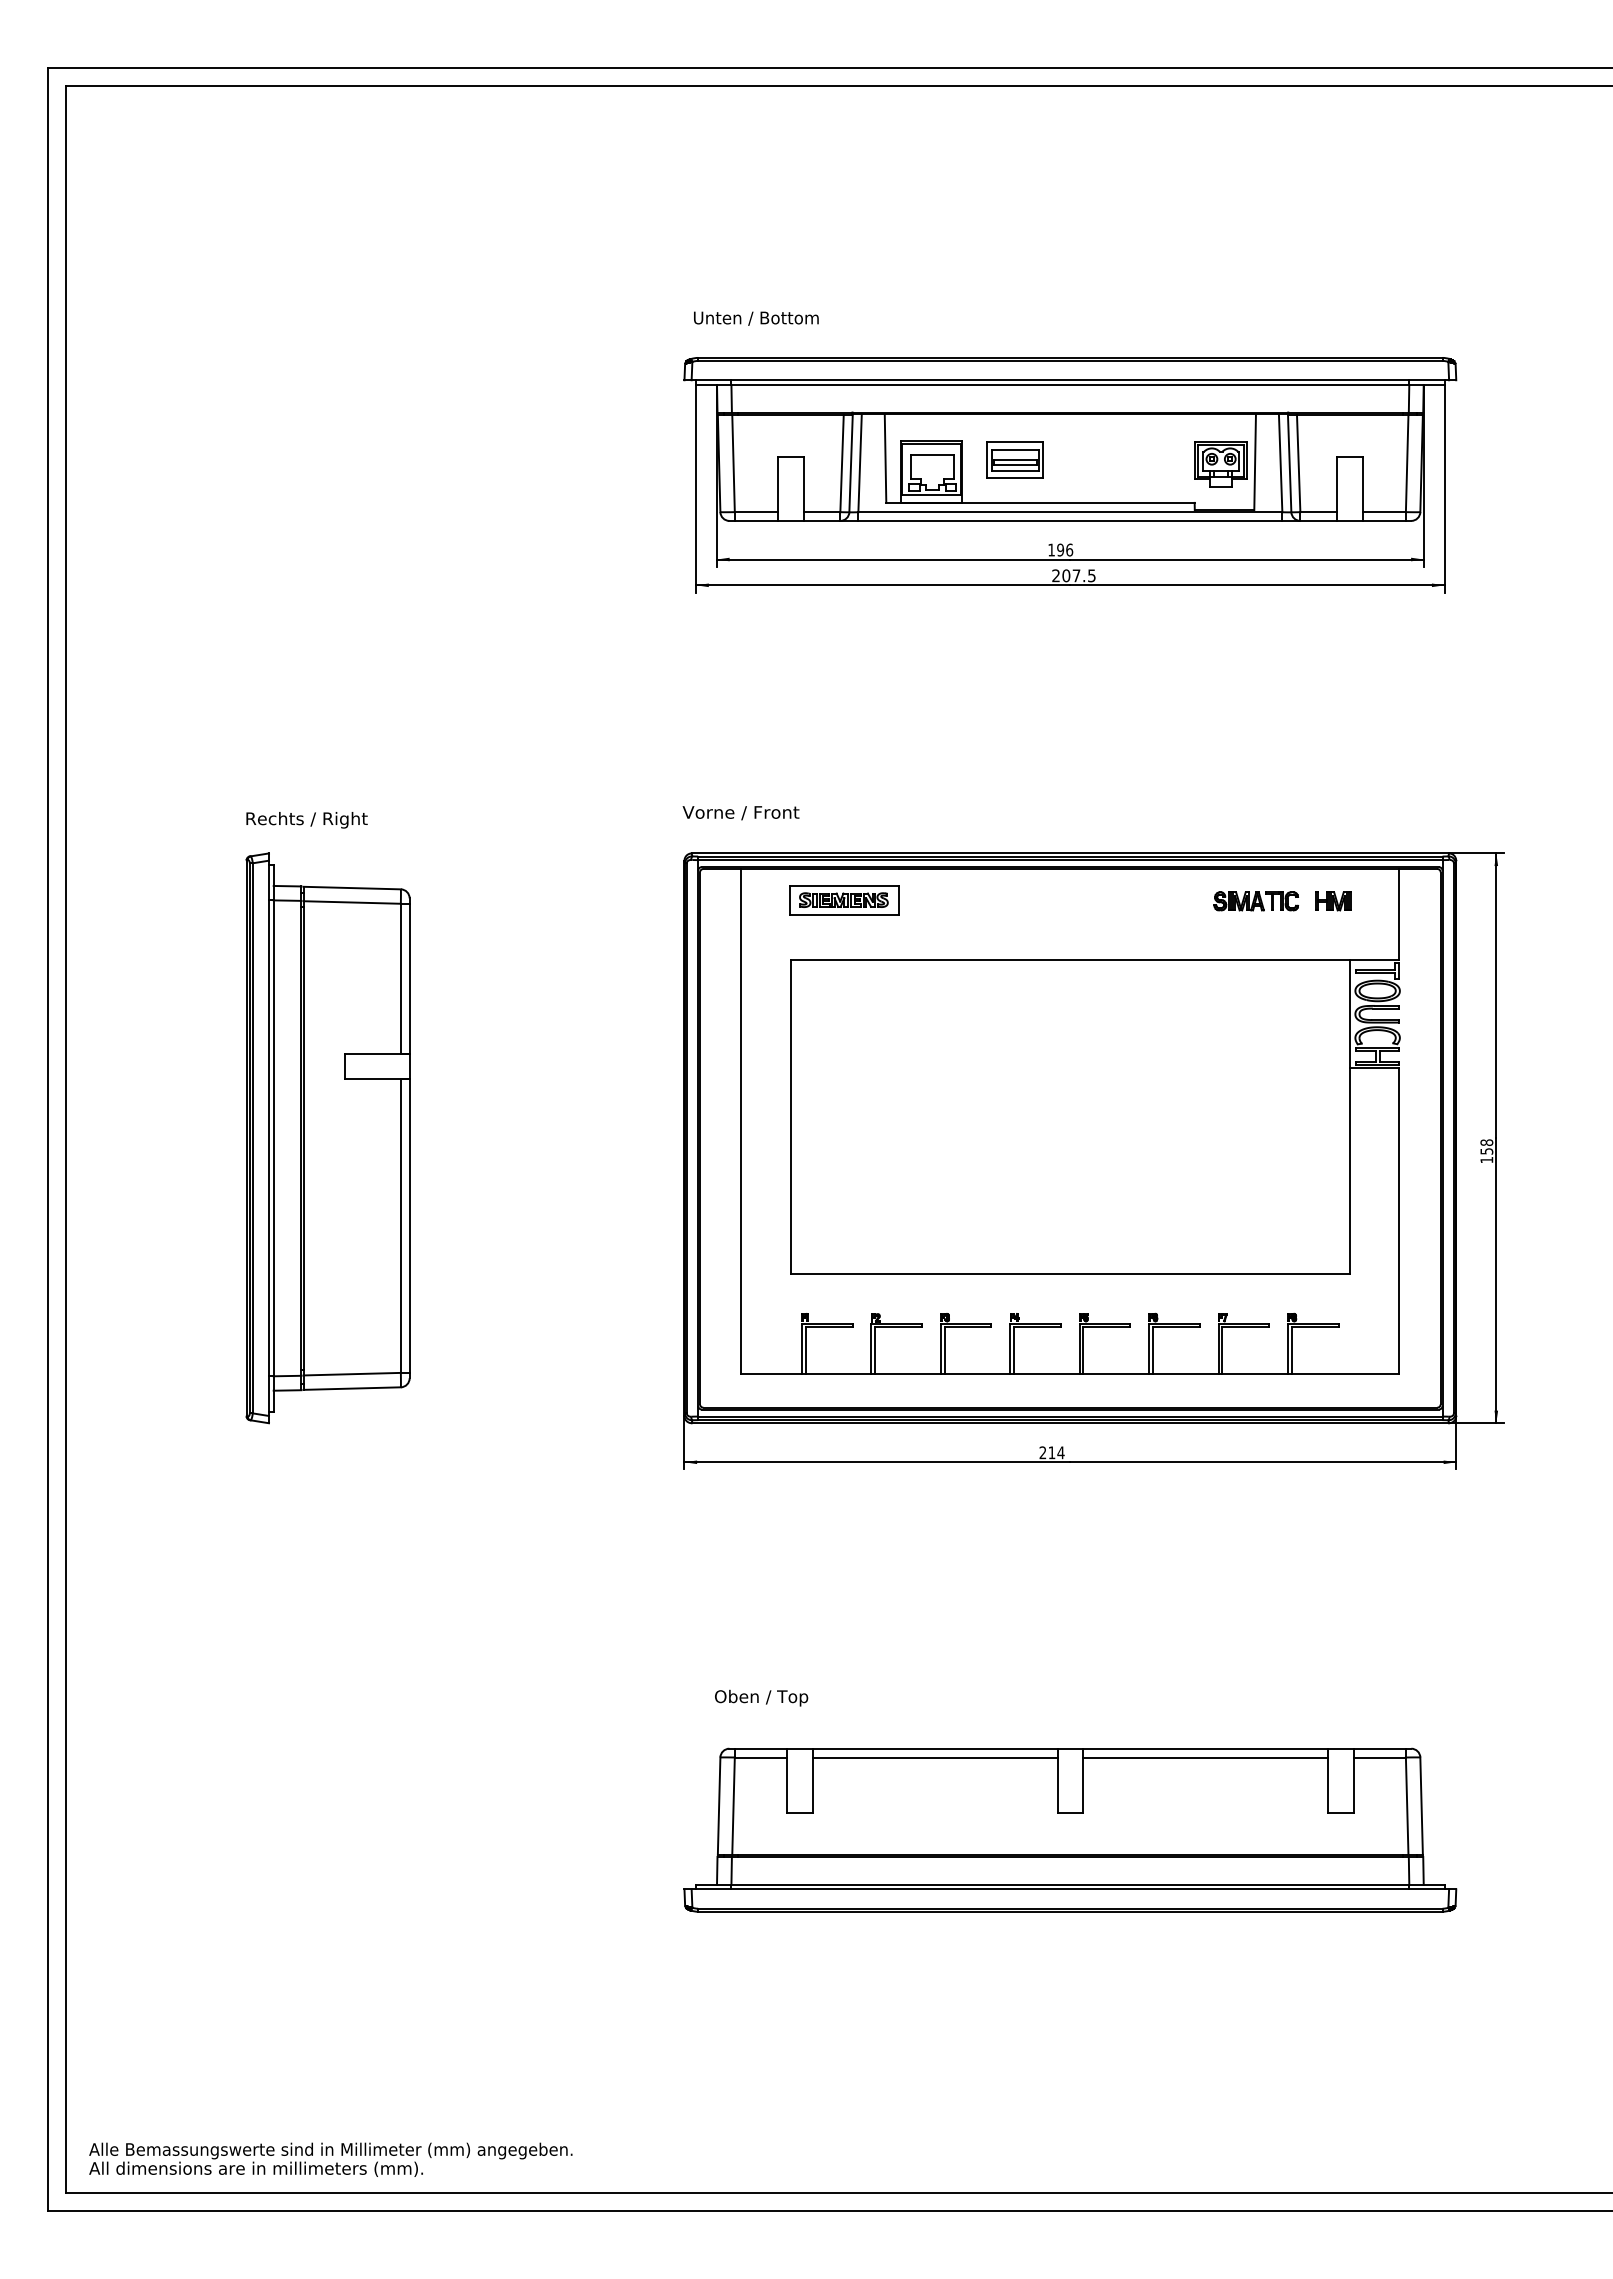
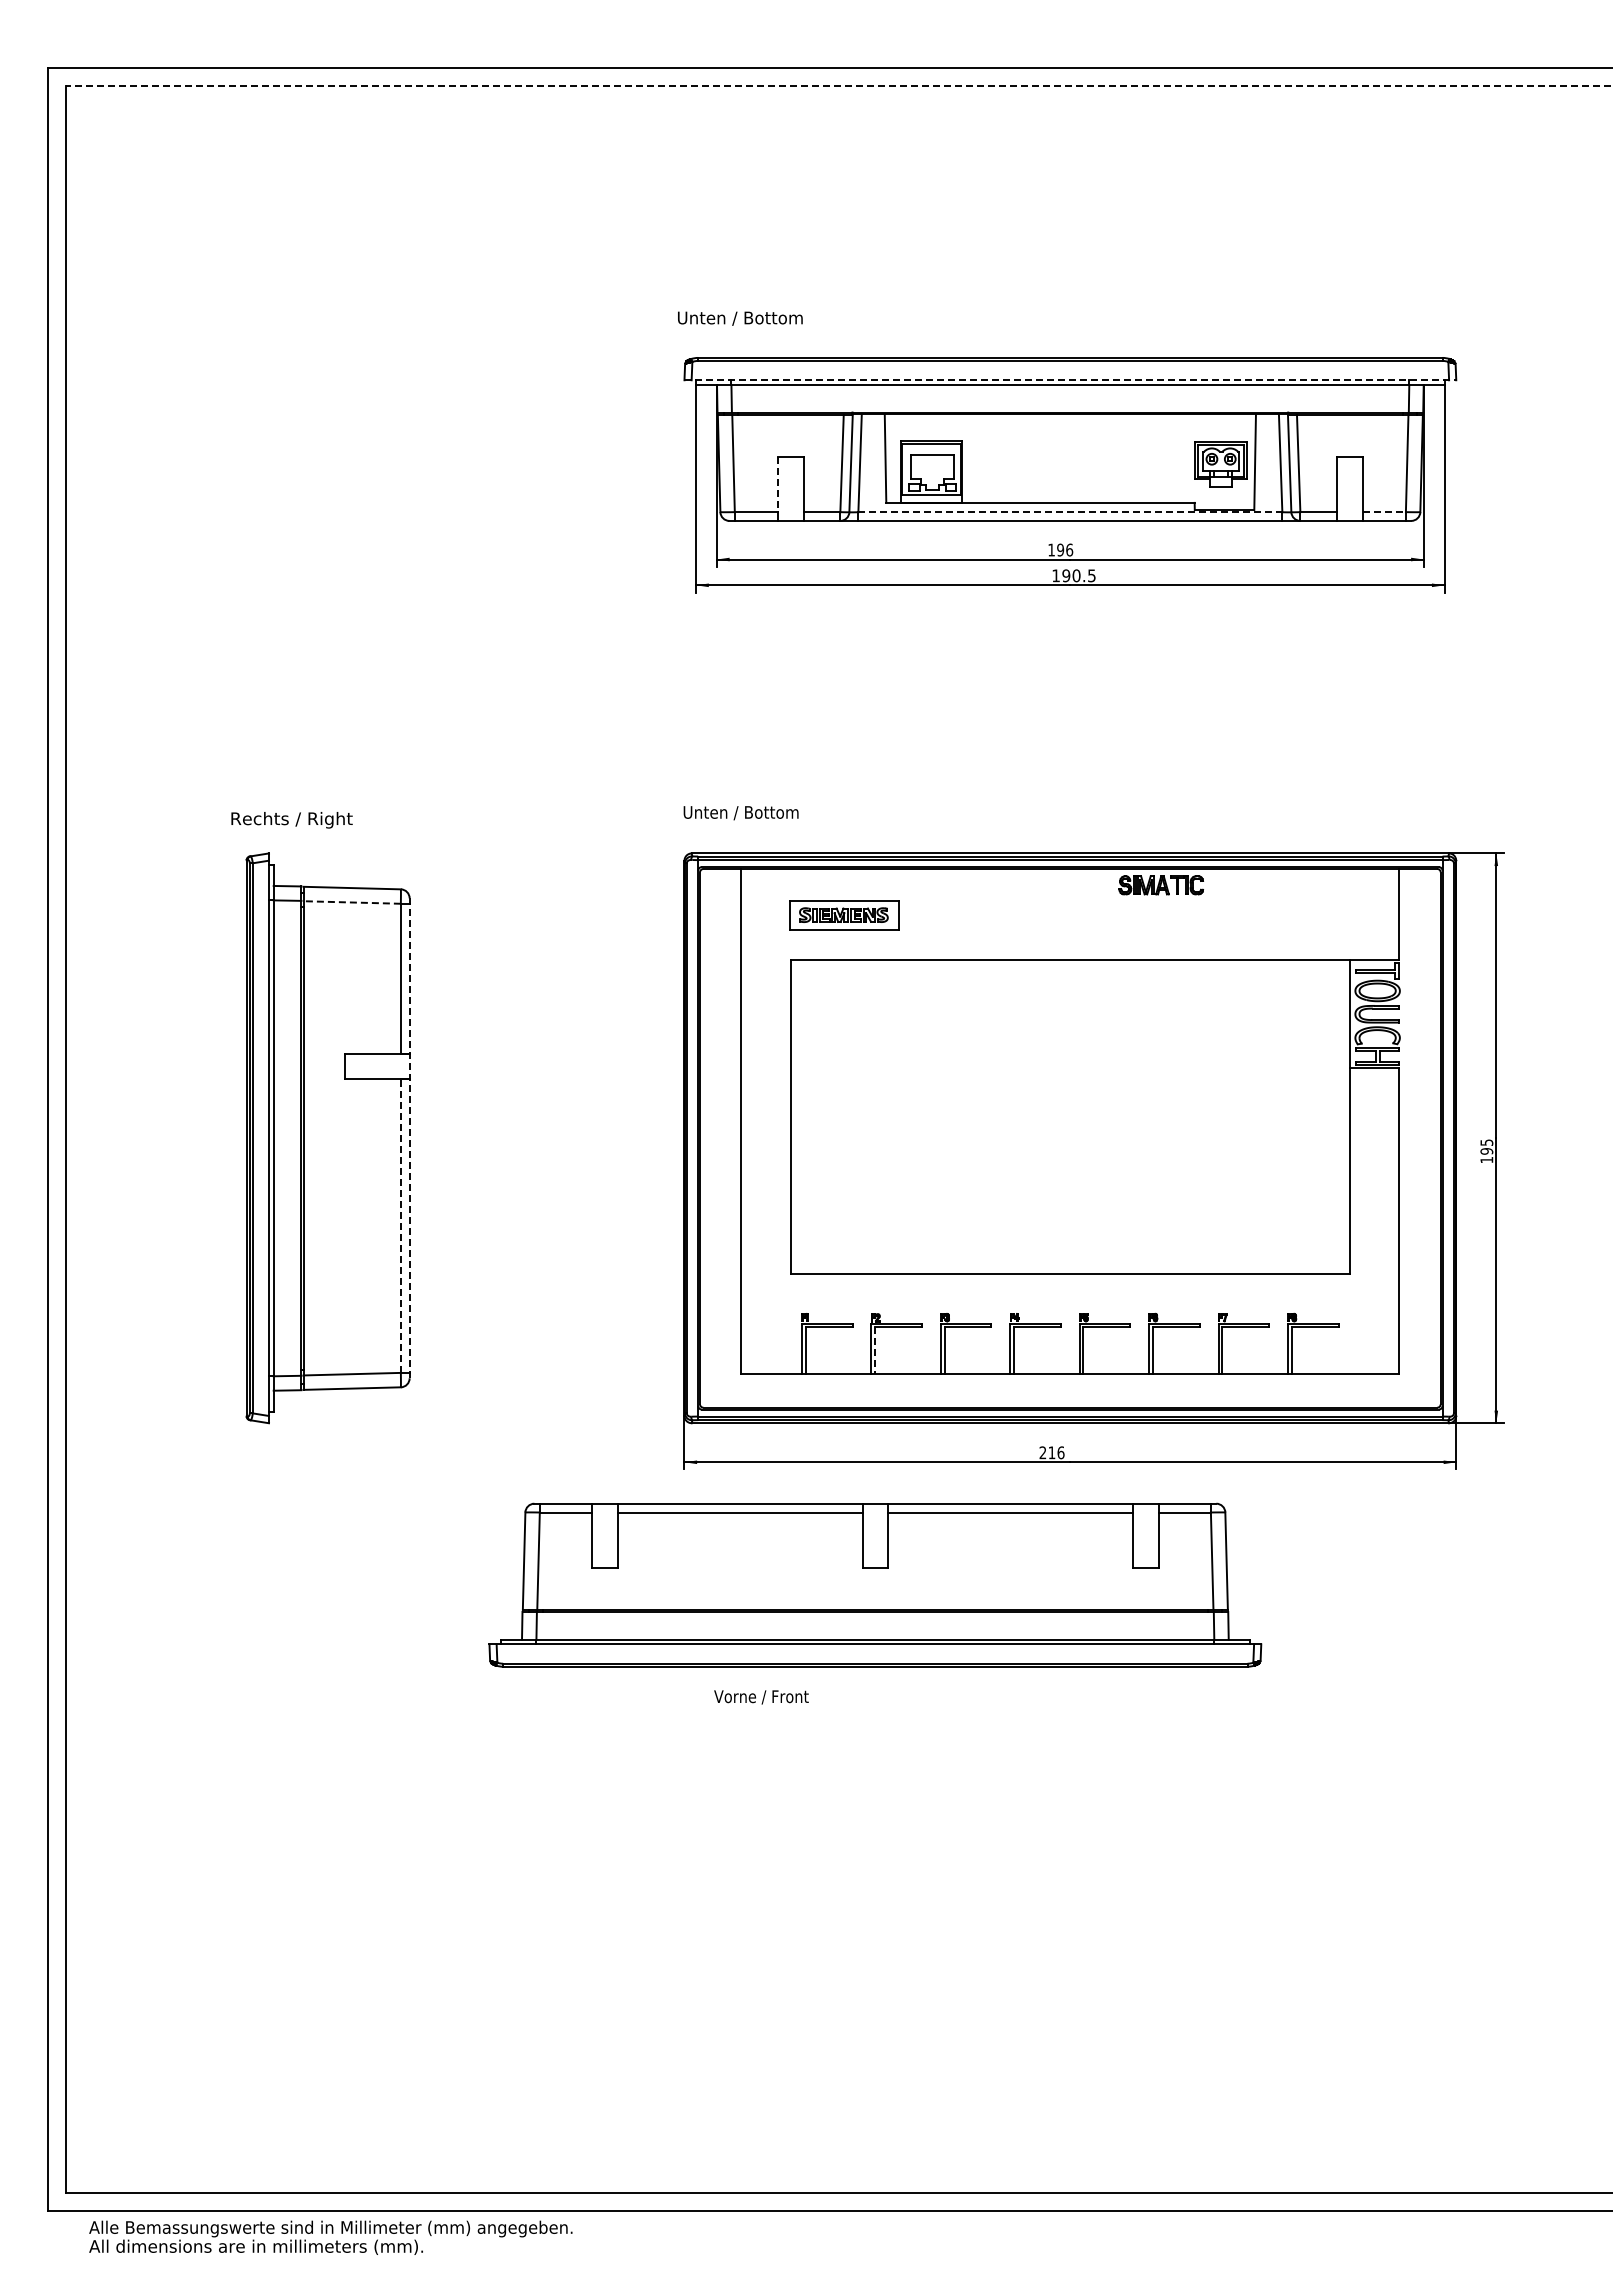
line at (839, 86): solid -> dashed
text at (756, 318) position: (756, 318) -> (740, 318)
line at (1070, 380): solid -> dashed
part at (1014, 459): present -> none
line at (778, 484): solid -> dashed
line at (1070, 512): solid -> dashed
line at (1384, 512): solid -> dashed
text at (1066, 575): 207.5 -> 190.5
text at (740, 813): Vorne / Front -> Unten / Bottom
text at (306, 820) position: (306, 820) -> (291, 820)
part at (844, 900) position: (844, 900) -> (844, 915)
part at (1255, 901) position: (1255, 901) -> (1160, 885)
part at (1333, 901): present -> none
line at (352, 902): solid -> dashed
line at (409, 1138): solid -> dashed
text at (1486, 1146): 158 -> 195
line at (400, 1225): solid -> dashed
line at (875, 1351): solid -> dashed
text at (1060, 1452): 214 -> 216
text at (761, 1697): Oben / Top -> Vorne / Front
part at (1070, 1829) position: (1070, 1829) -> (875, 1584)
text at (330, 2159) position: (330, 2159) -> (330, 2237)
